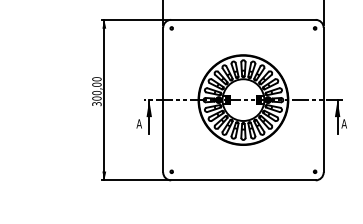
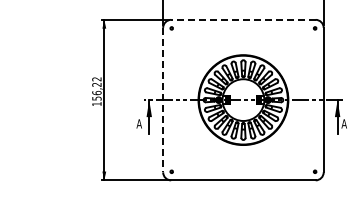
line at (242, 19): solid -> dashed
text at (96, 91): 300,00 -> 156,22
line at (163, 100): solid -> dashed
